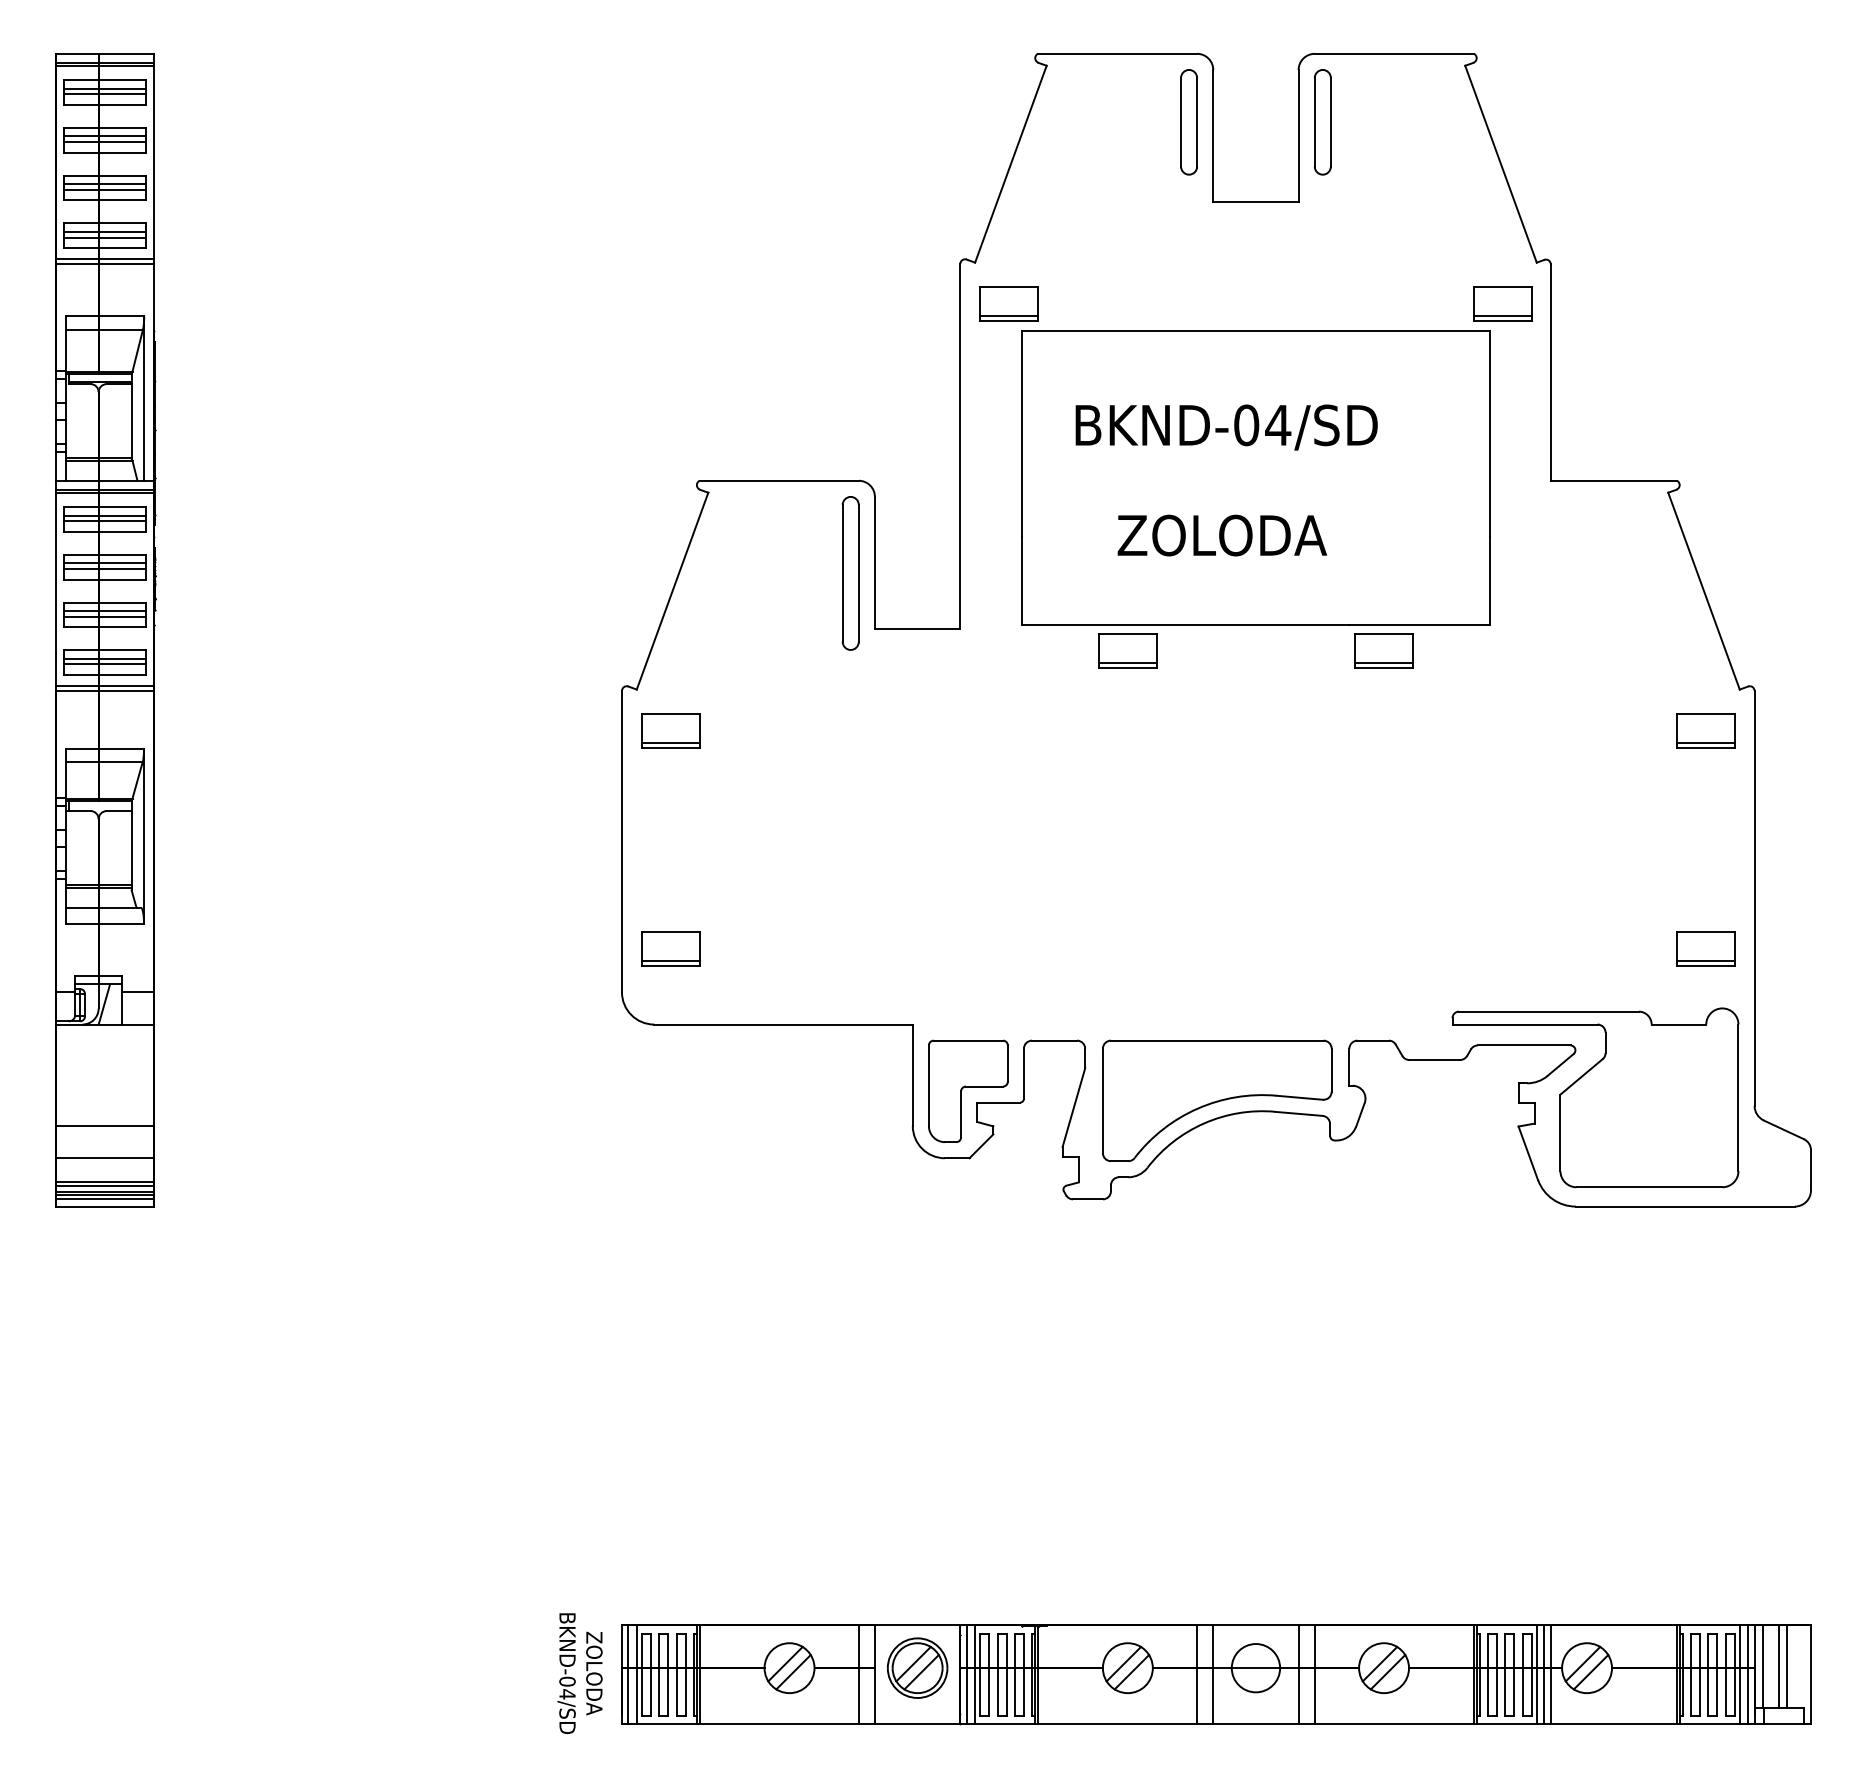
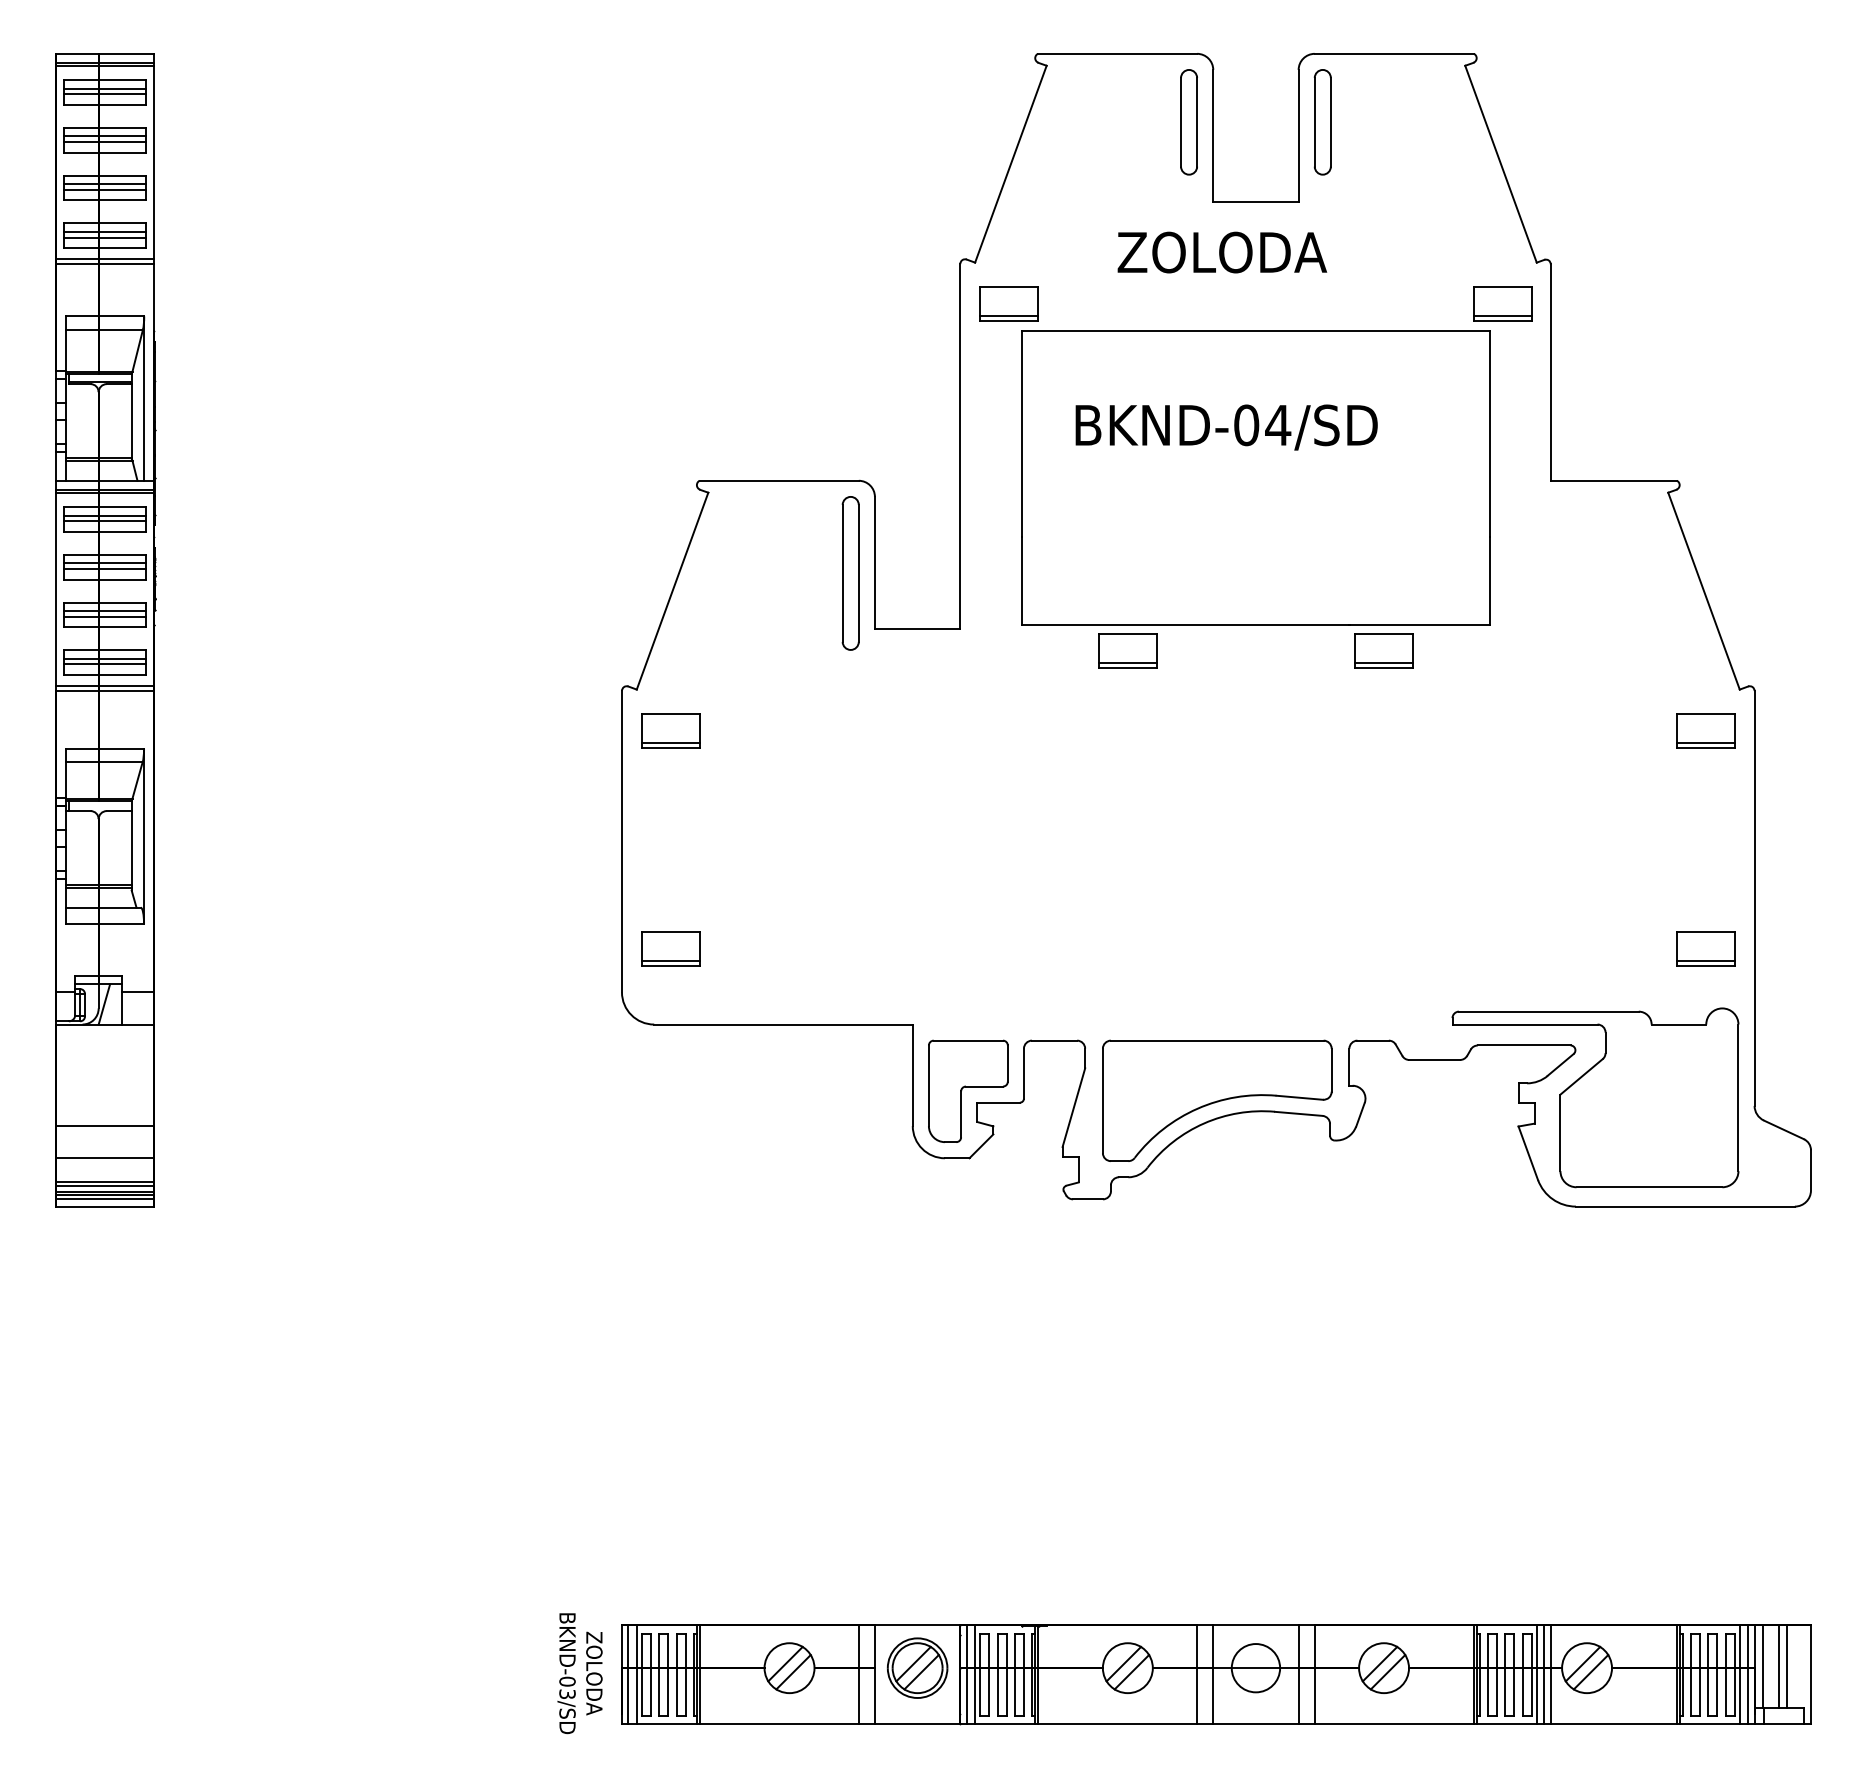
text at (1222, 535) position: (1222, 535) -> (1222, 252)
text at (567, 1694): BKND-04/SD -> BKND-03/SD
